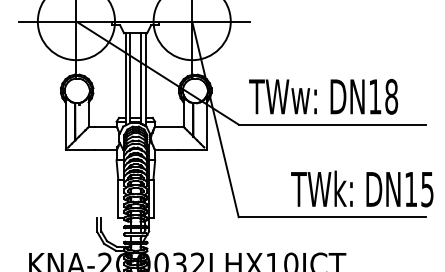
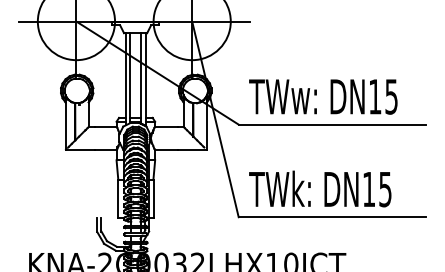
text at (391, 96): DN18 -> DN15
text at (362, 188) position: (362, 188) -> (320, 188)
